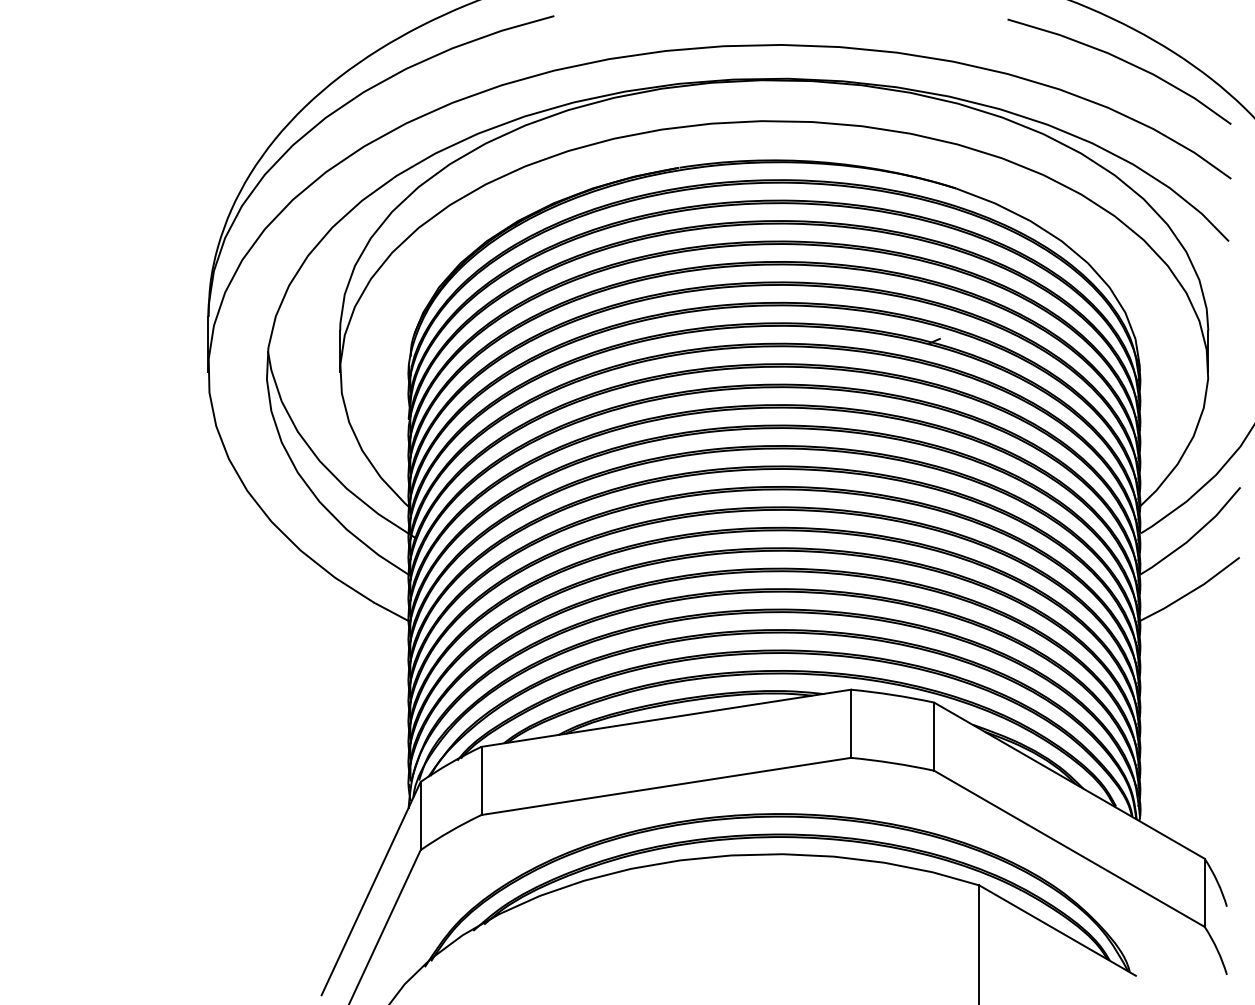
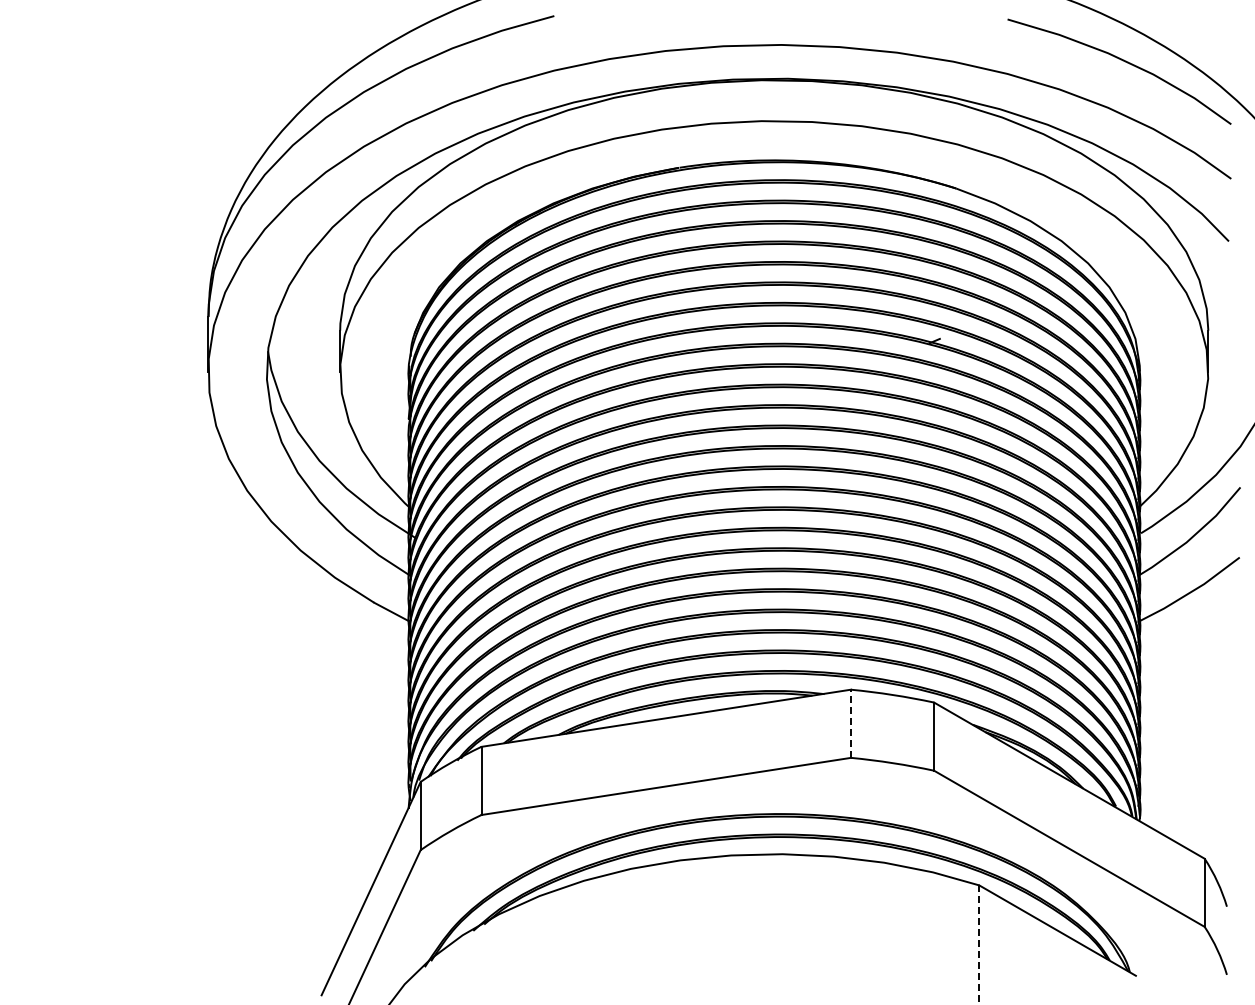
line at (851, 723): solid -> dashed
line at (979, 945): solid -> dashed
